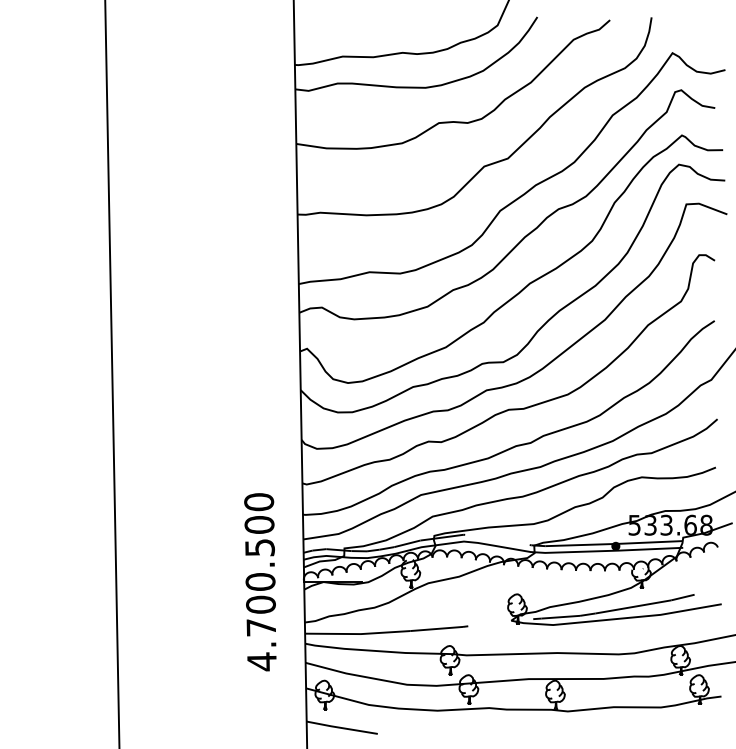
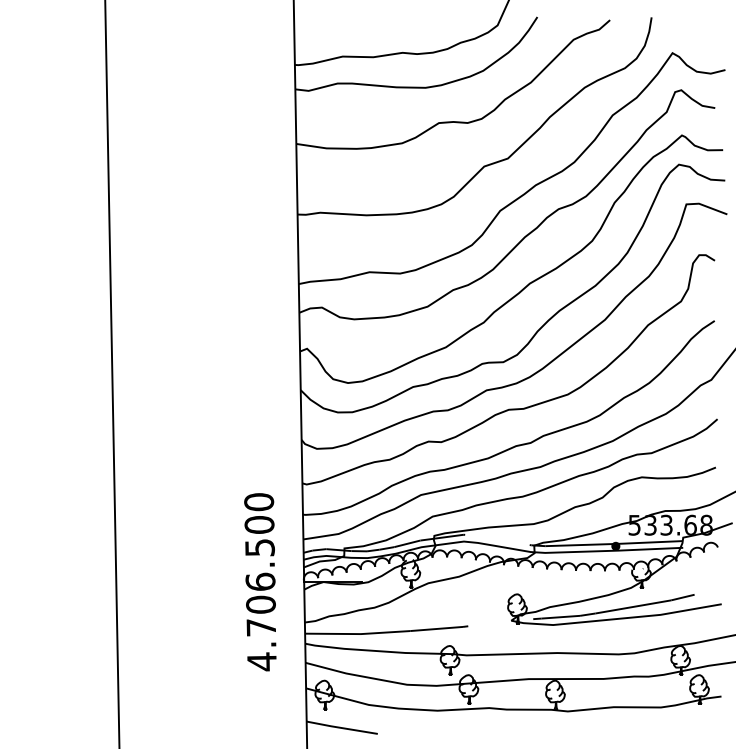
text at (260, 581): 4.700.500 -> 4.706.500
